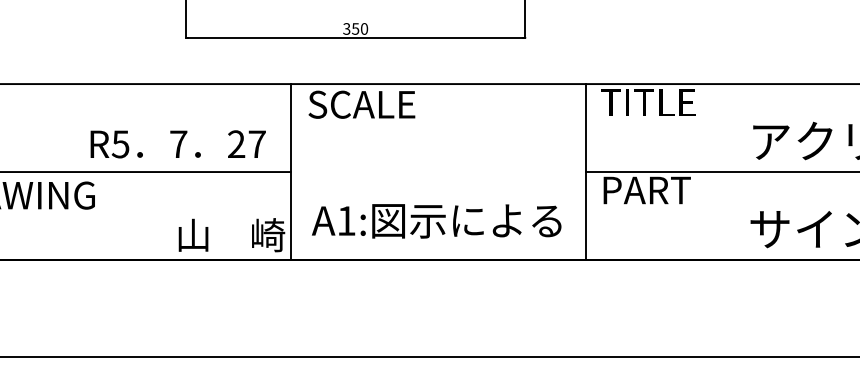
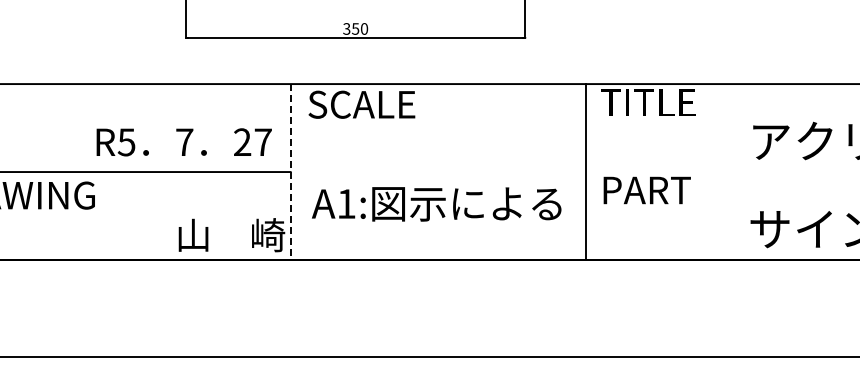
text at (177, 144) position: (177, 144) -> (183, 142)
line at (290, 172): solid -> dashed
line at (721, 172): present -> none
text at (436, 221) position: (436, 221) -> (436, 204)
